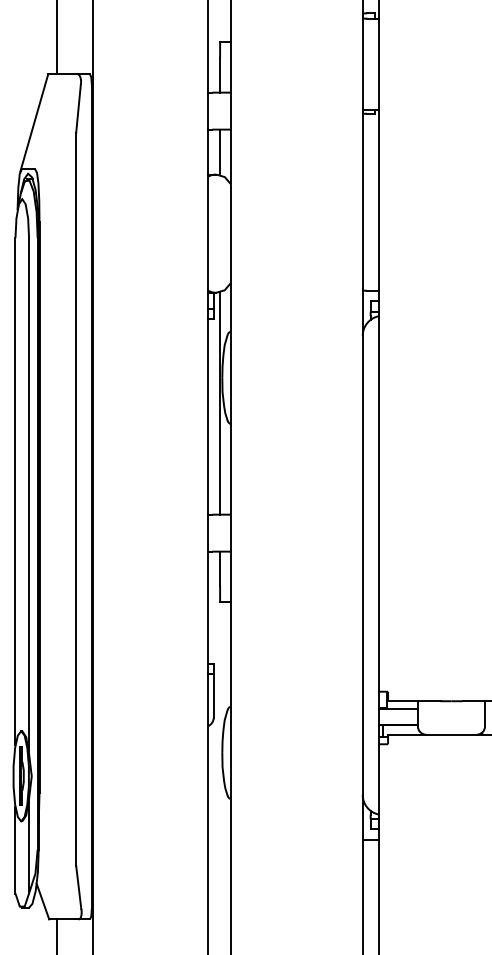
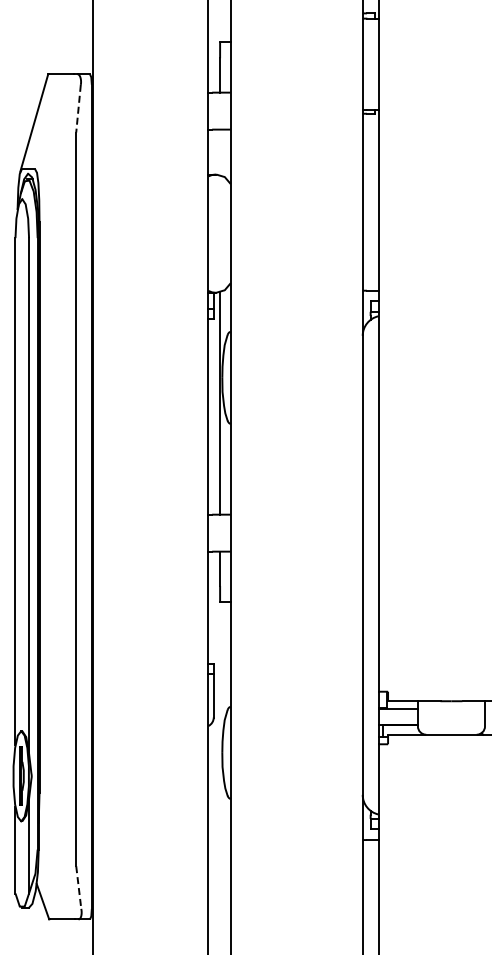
line at (57, 38): present -> none
line at (78, 108): solid -> dashed
line at (220, 151): present -> none
line at (78, 888): solid -> dashed
line at (57, 935): present -> none
